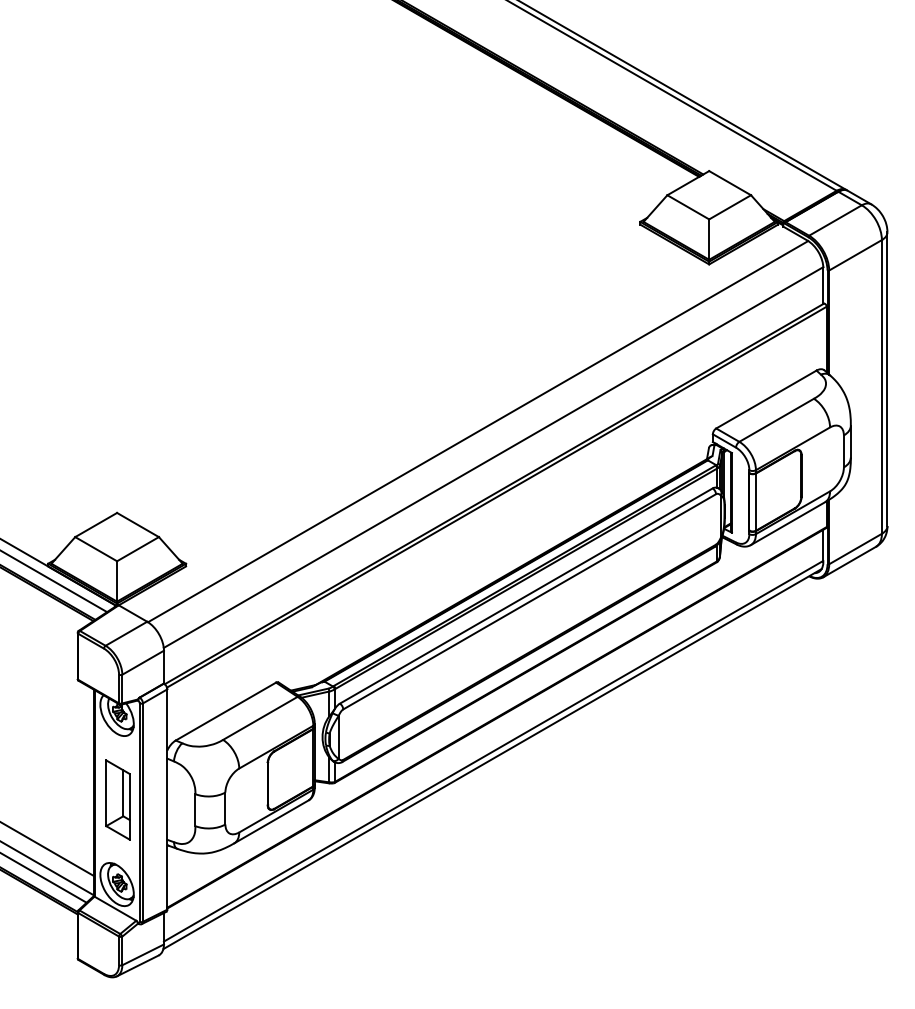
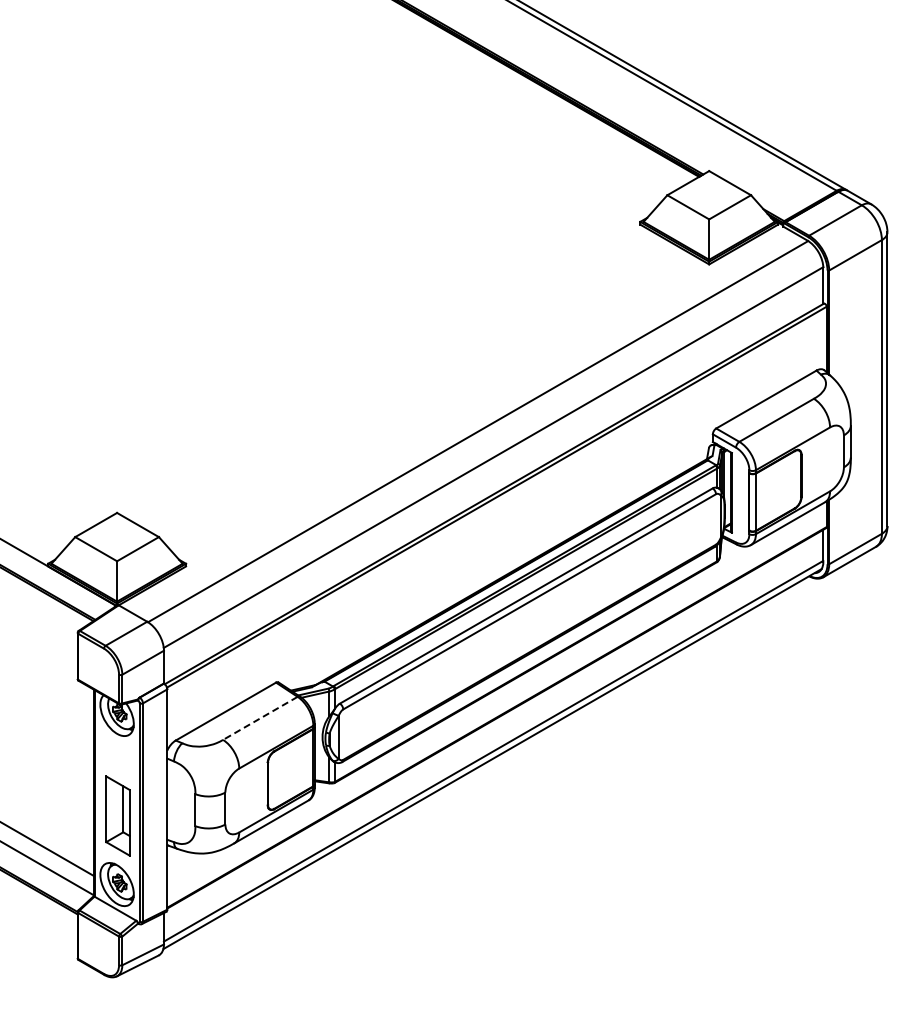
line at (54, 581): present -> none
line at (259, 718): solid -> dashed
part at (117, 799) position: (117, 799) -> (117, 815)
line at (44, 878): present -> none
